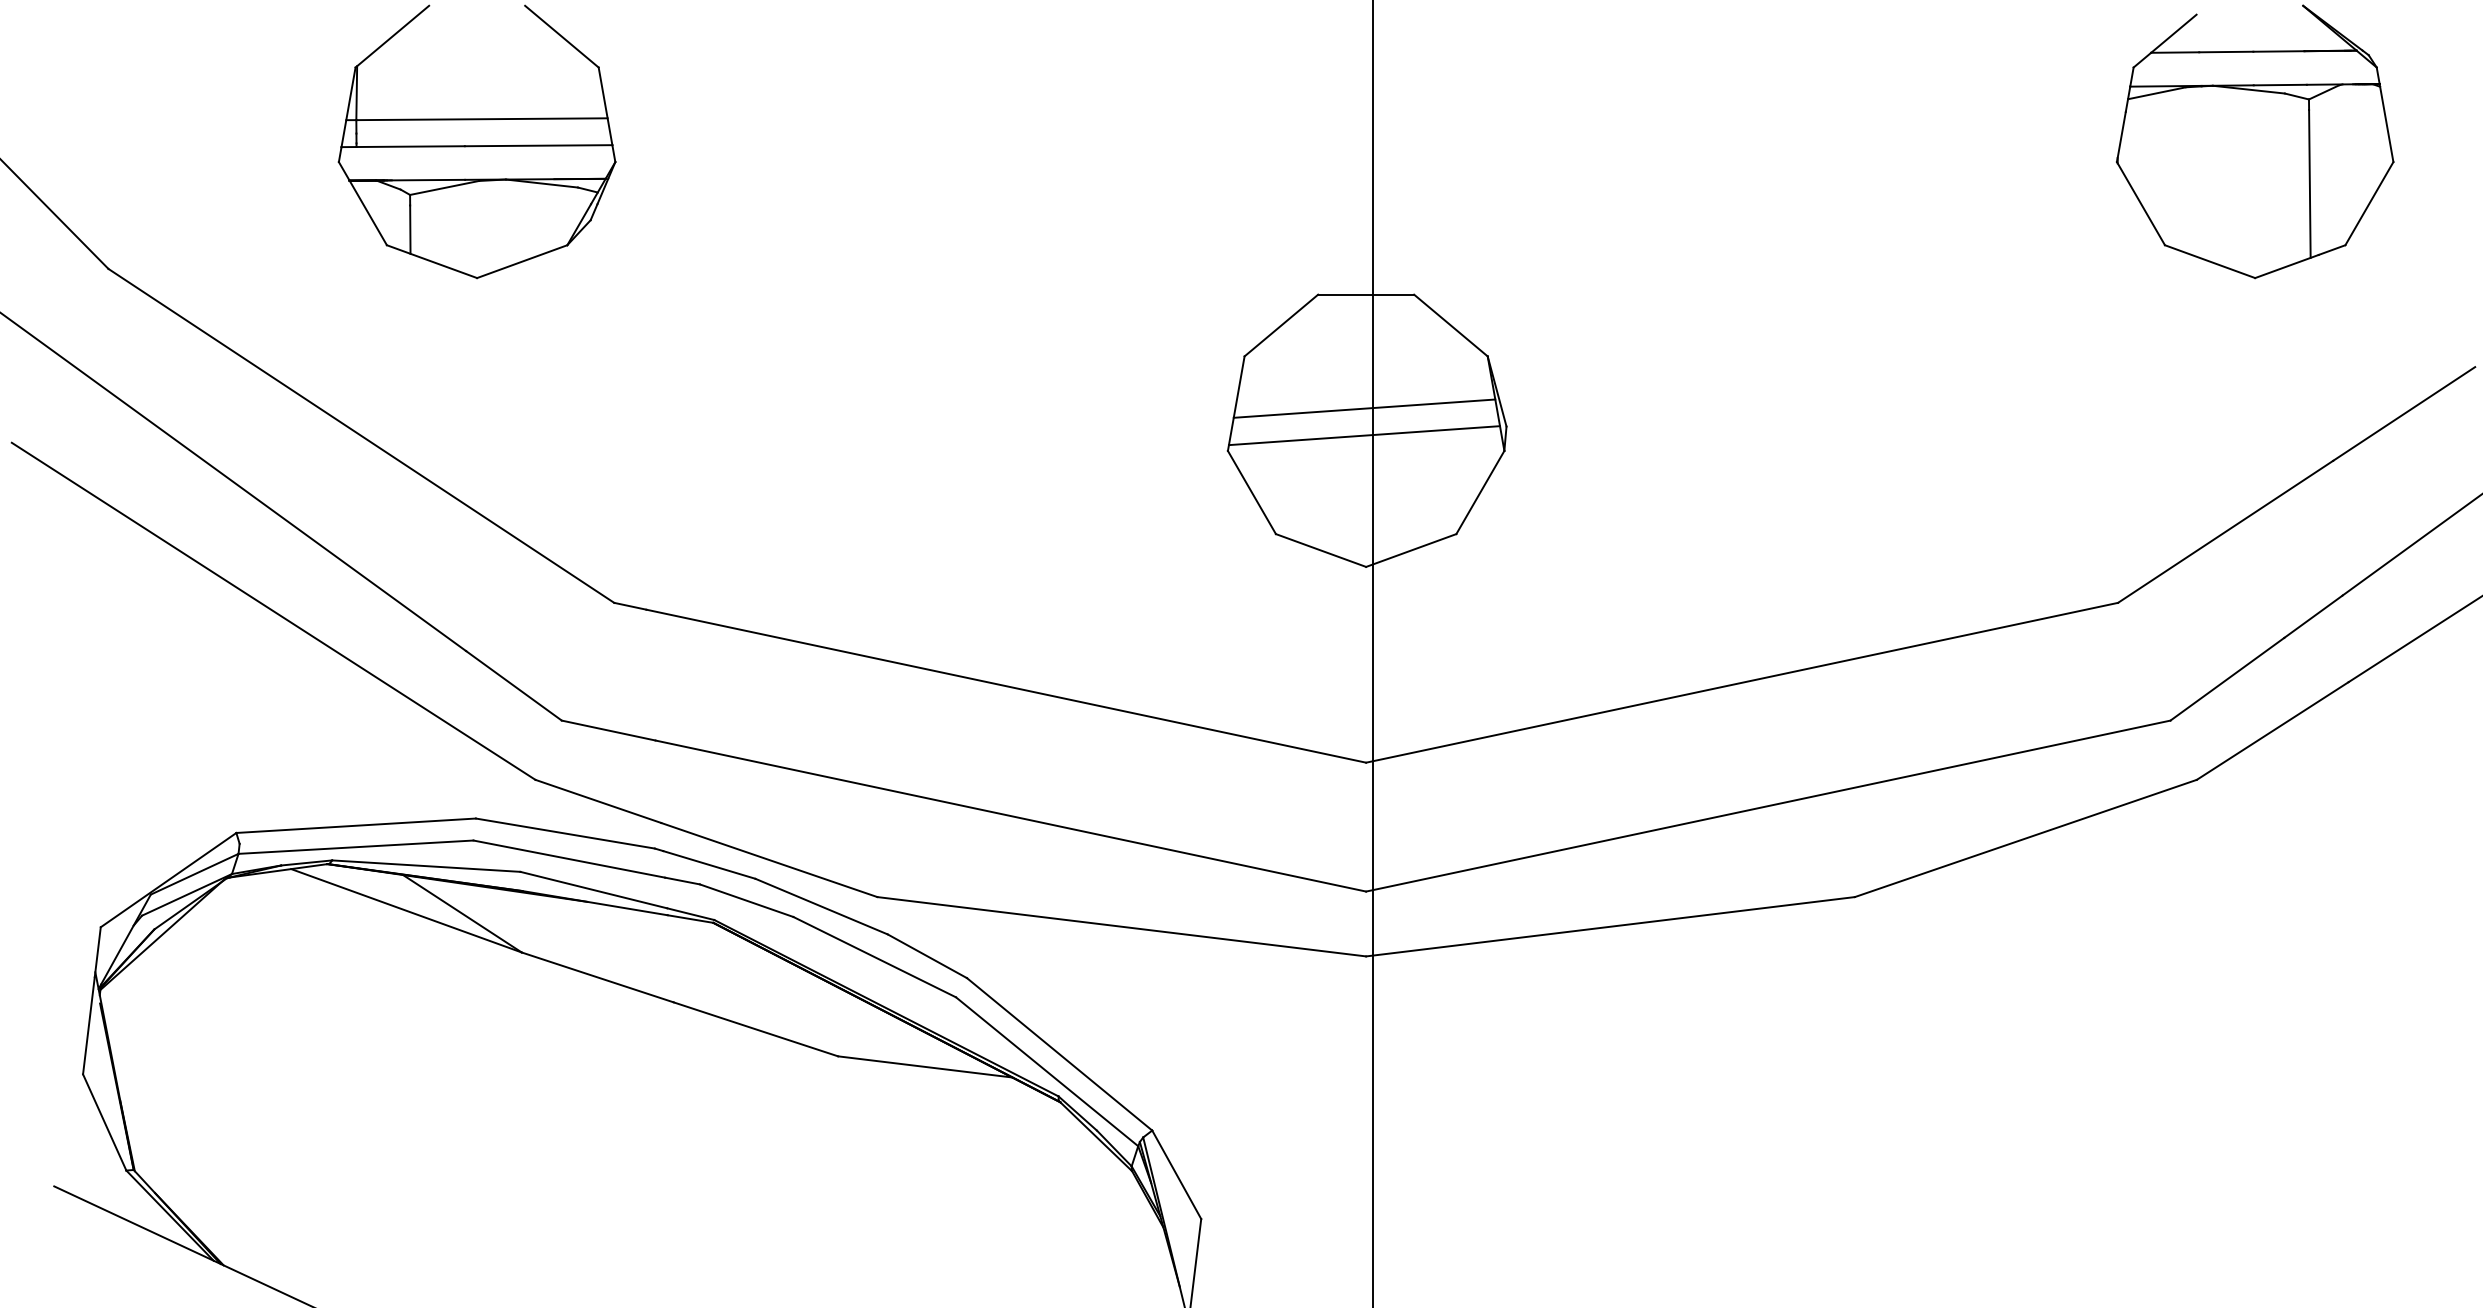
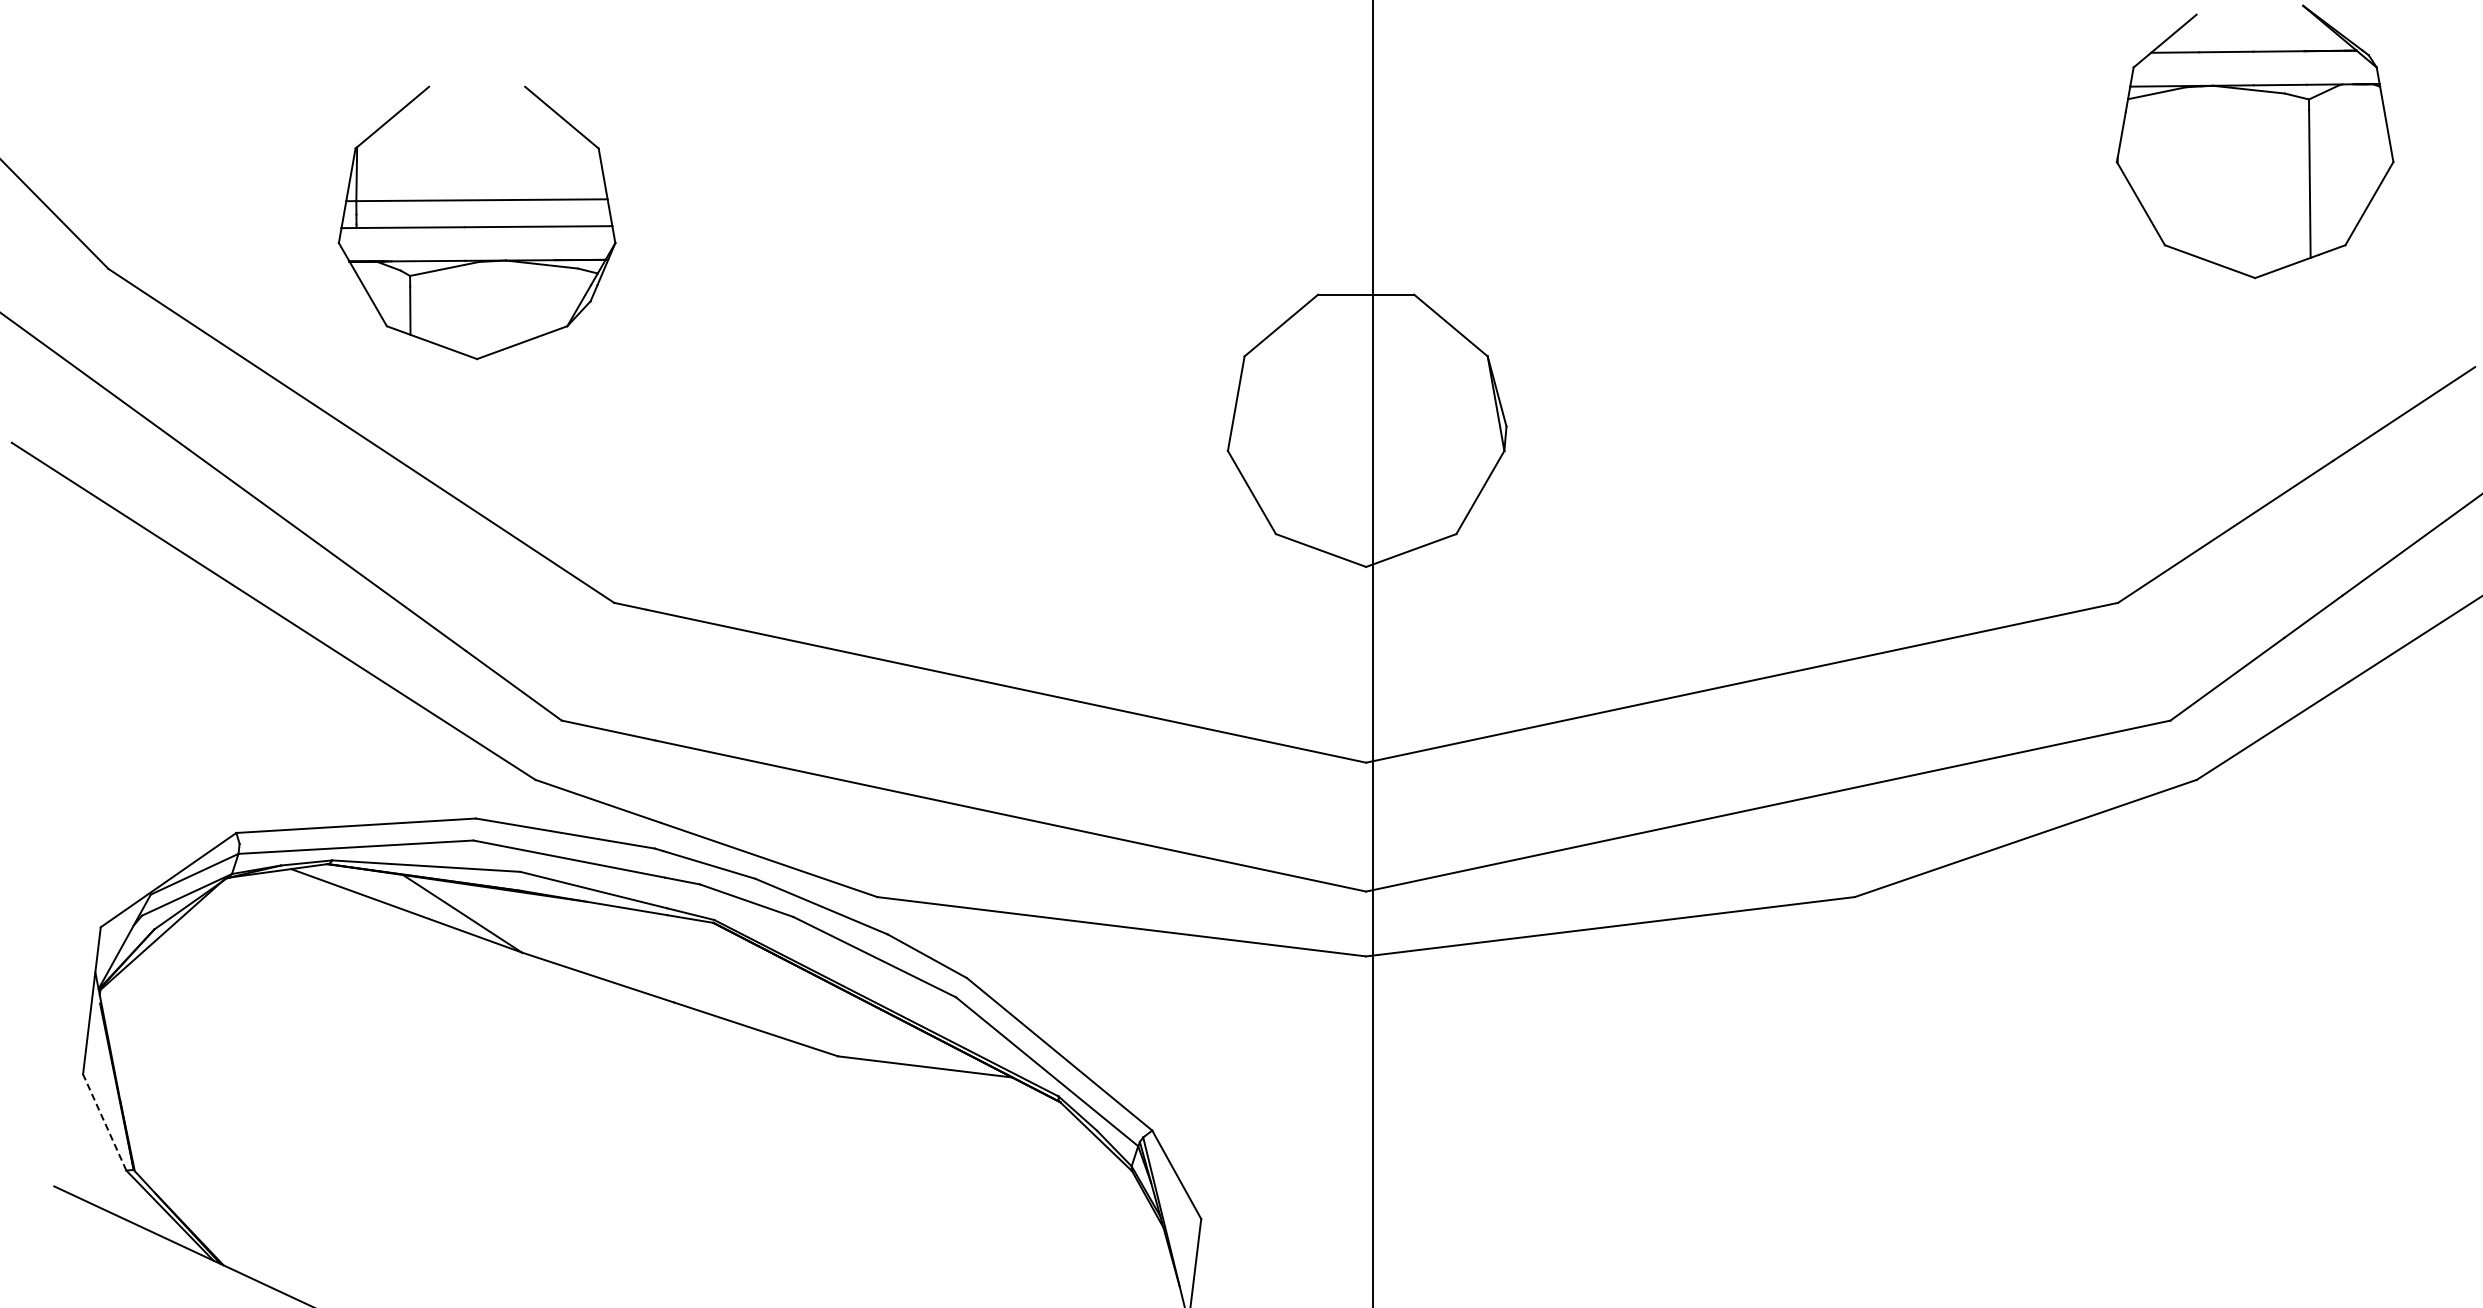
part at (476, 141) position: (476, 141) -> (476, 222)
line at (1364, 408): present -> none
line at (1364, 435): present -> none
line at (104, 1122): solid -> dashed
